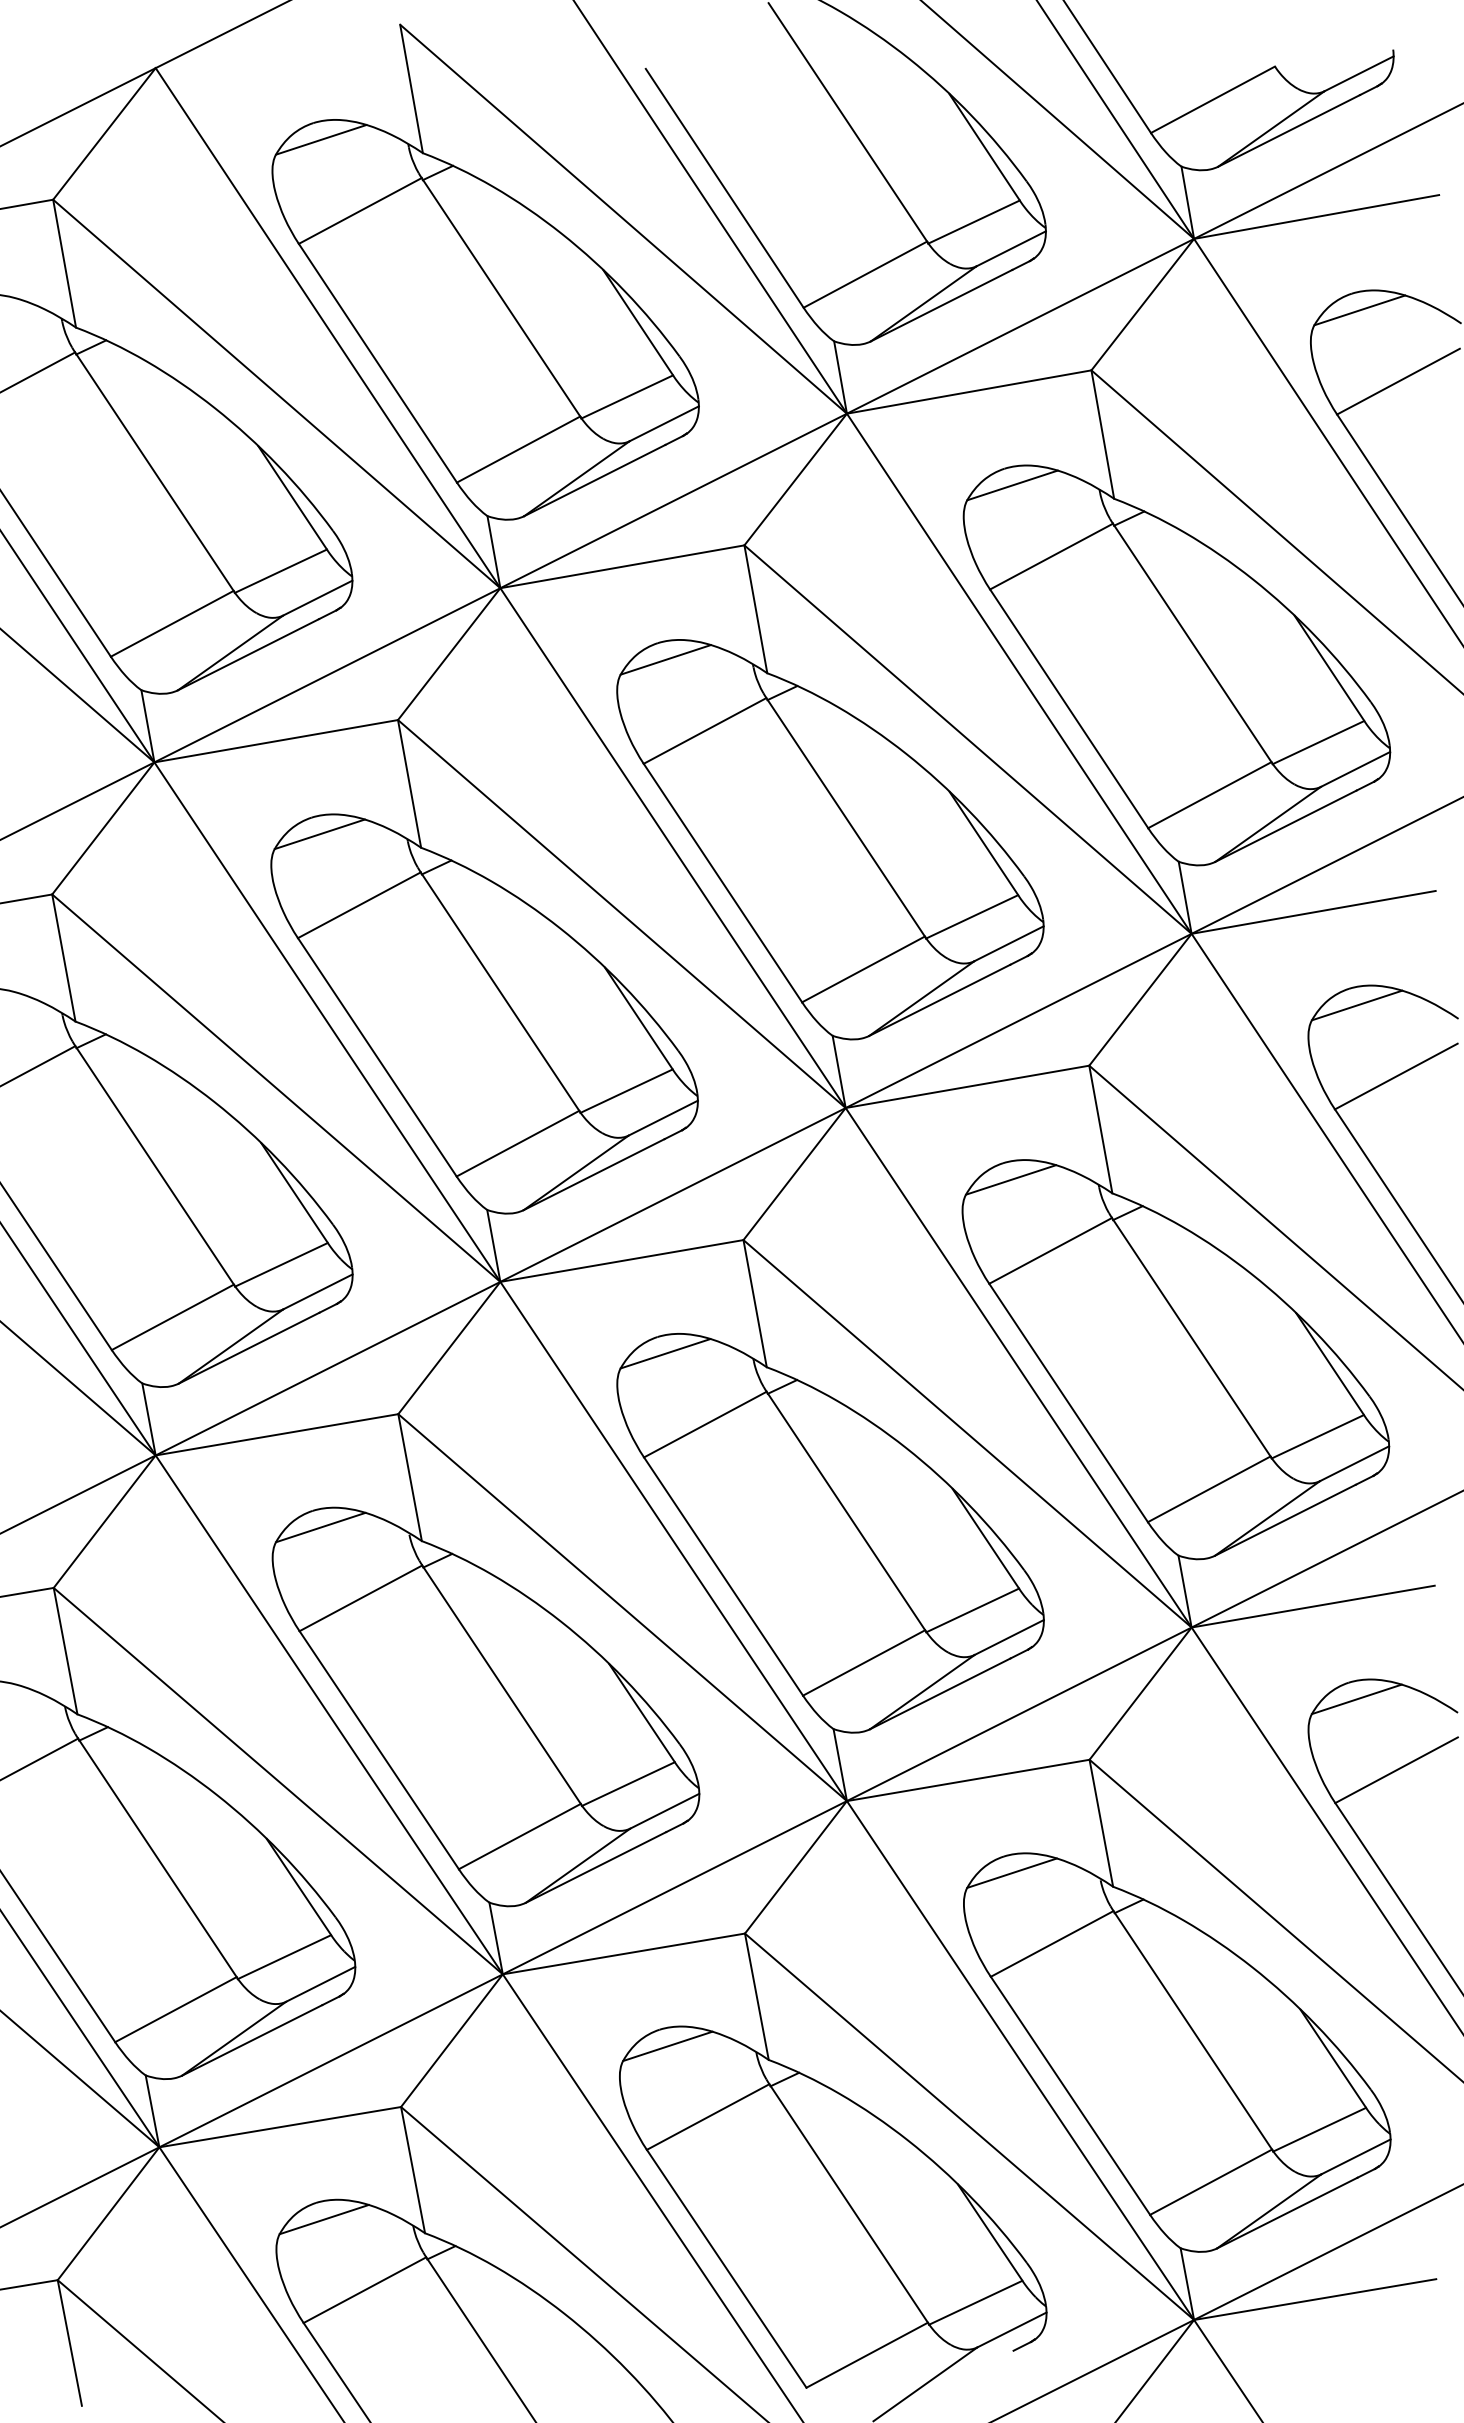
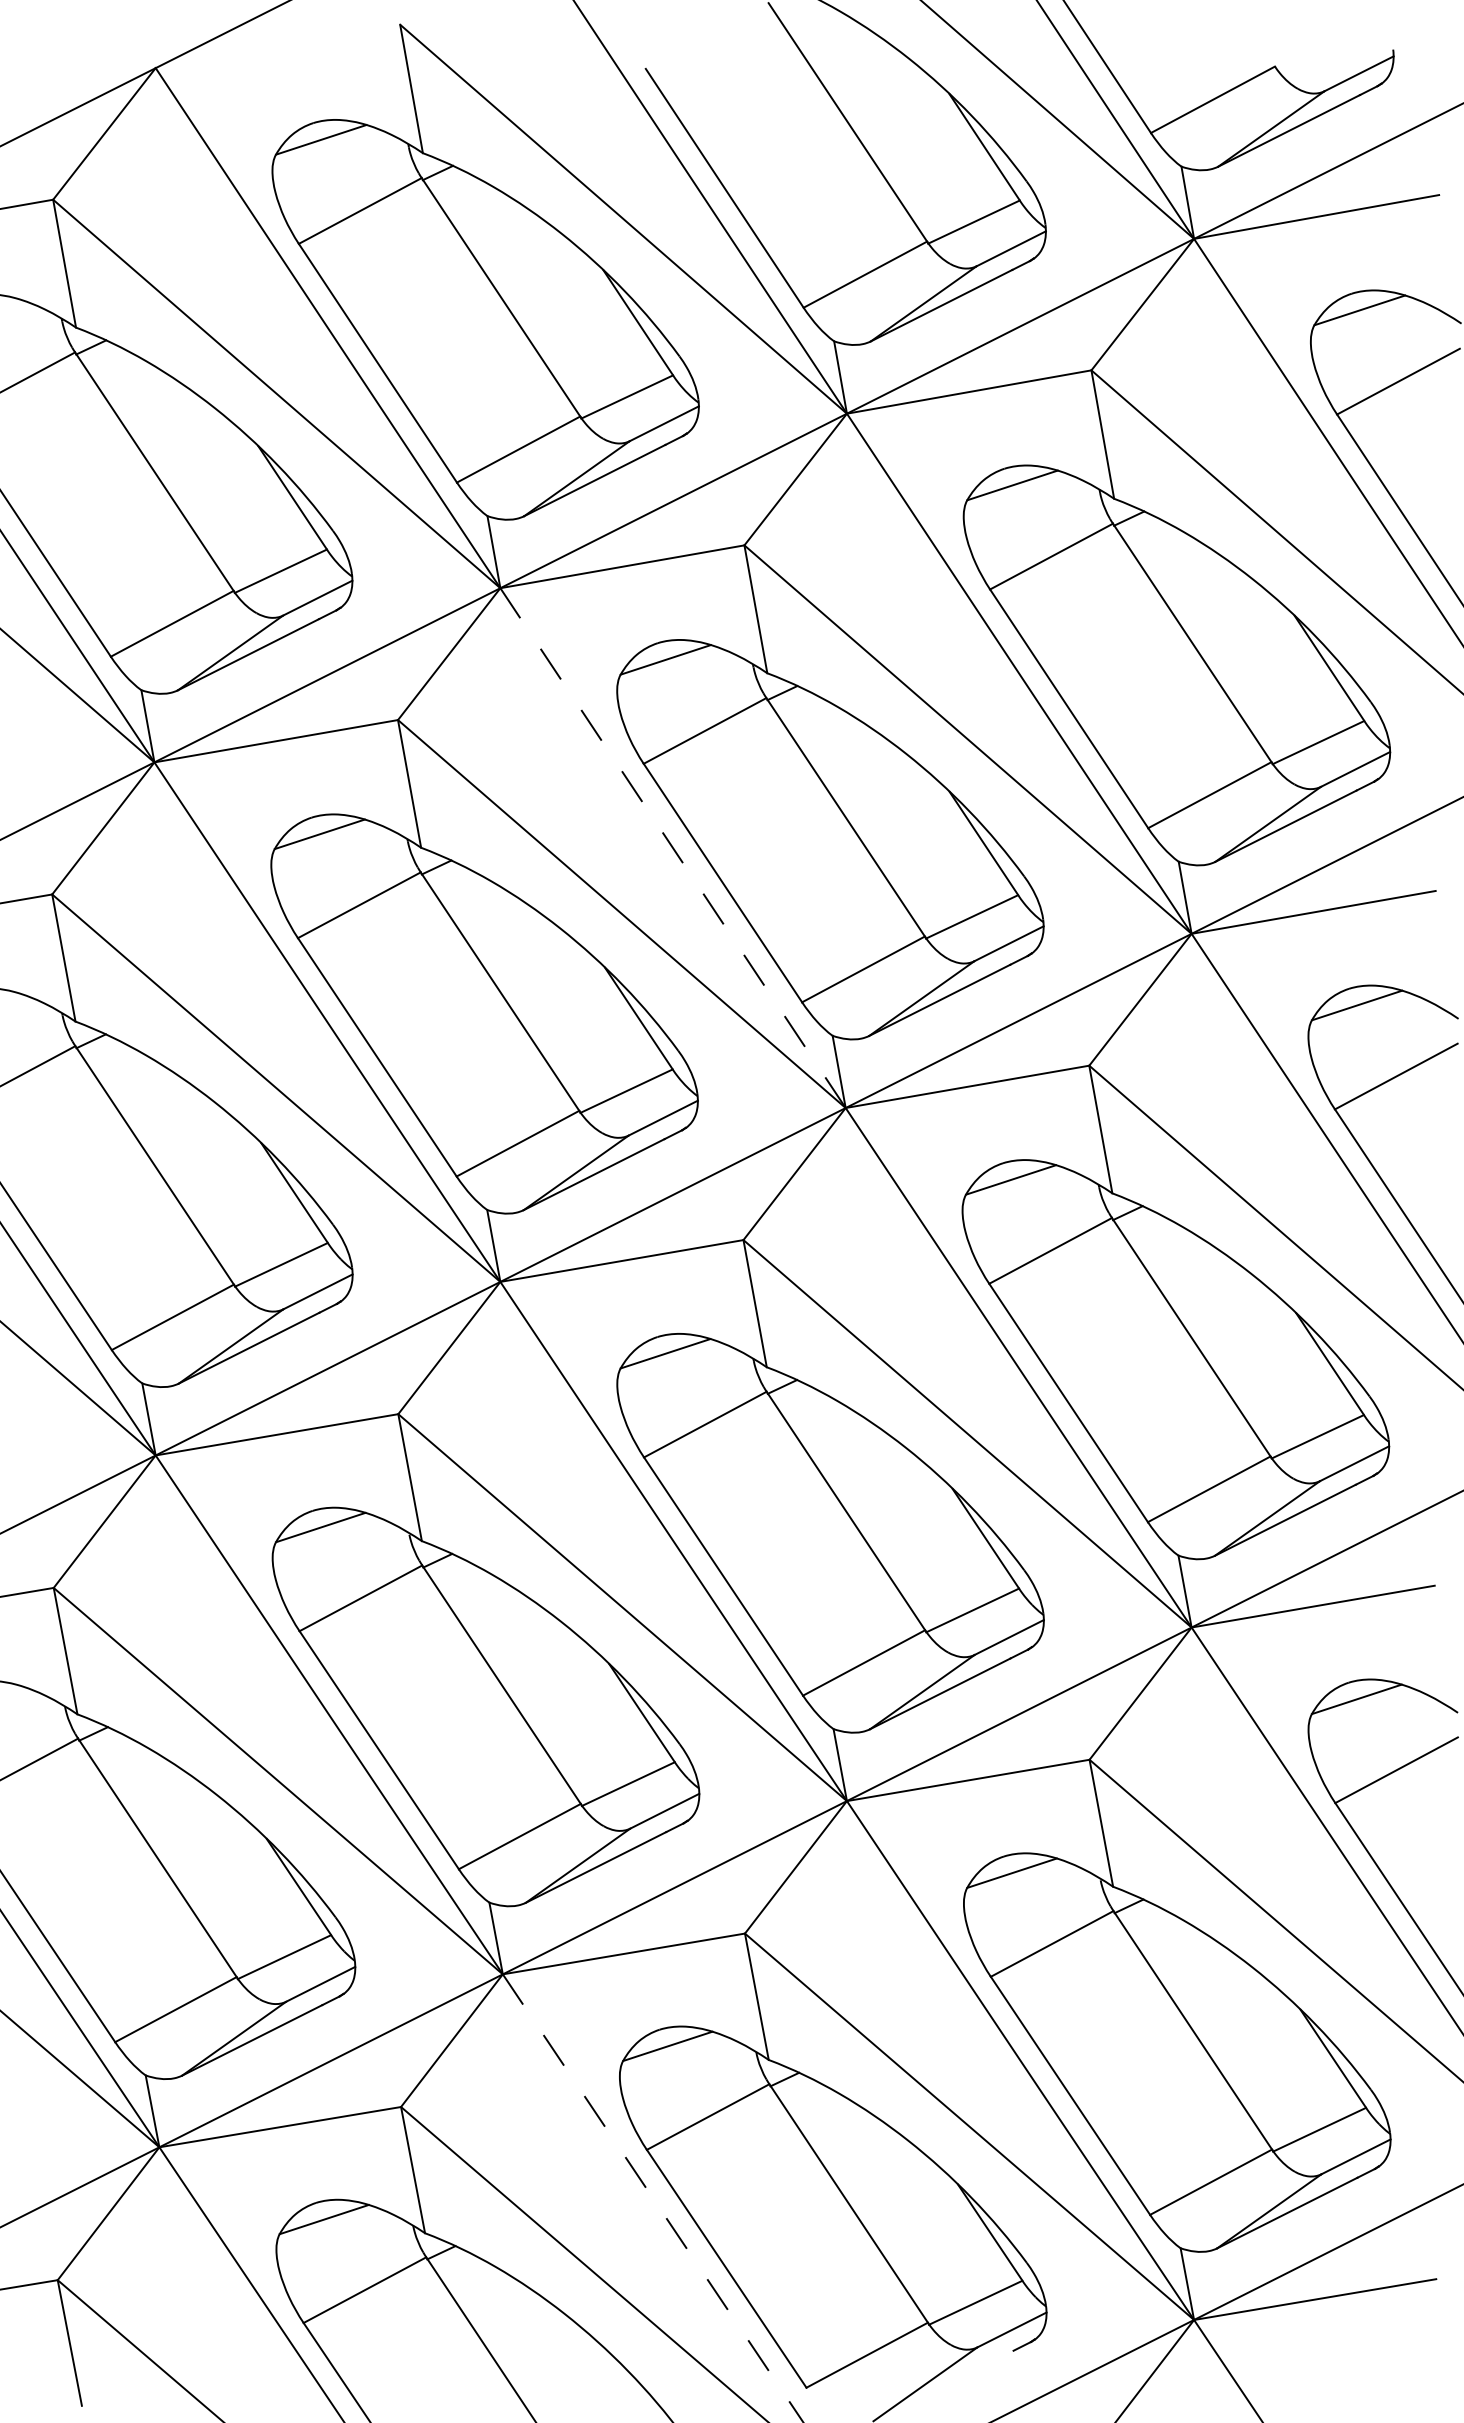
line at (672, 847): solid -> dashed
line at (653, 2198): solid -> dashed
